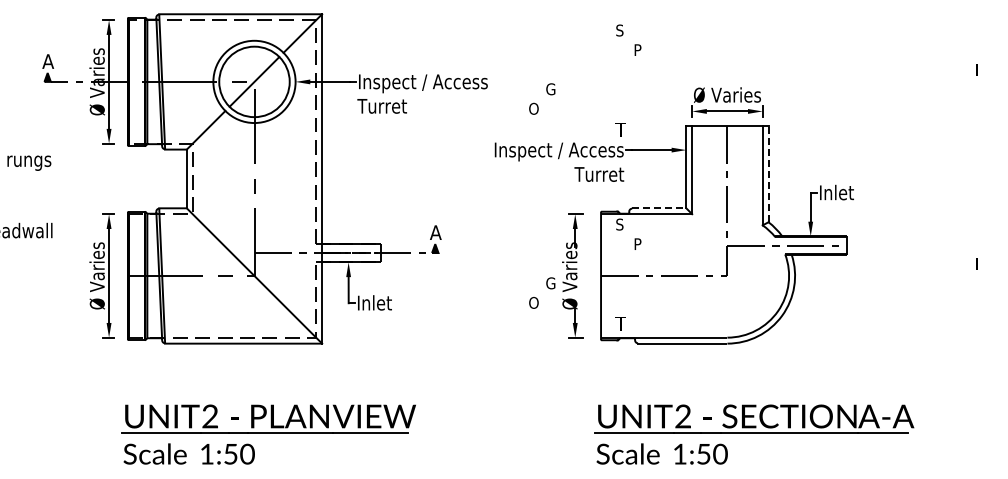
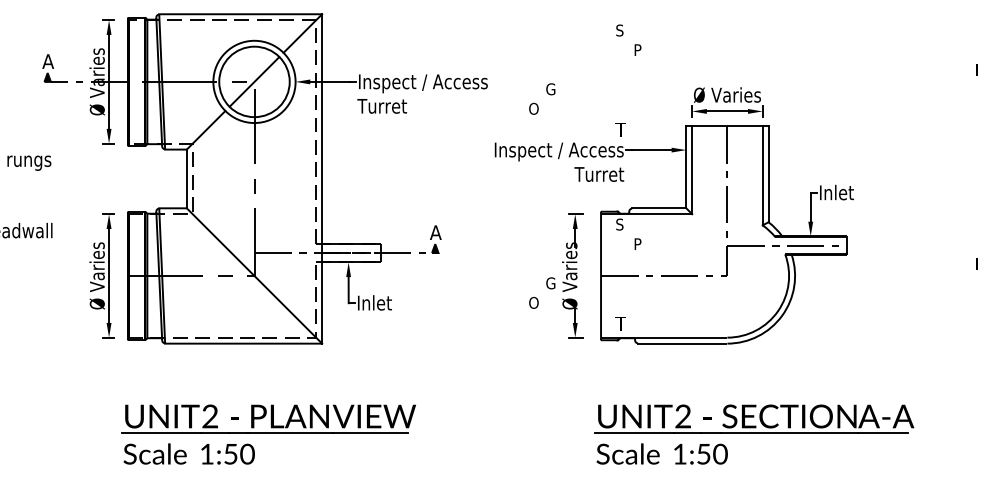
line at (768, 173): dashed -> solid
line at (658, 208): dashed -> solid
